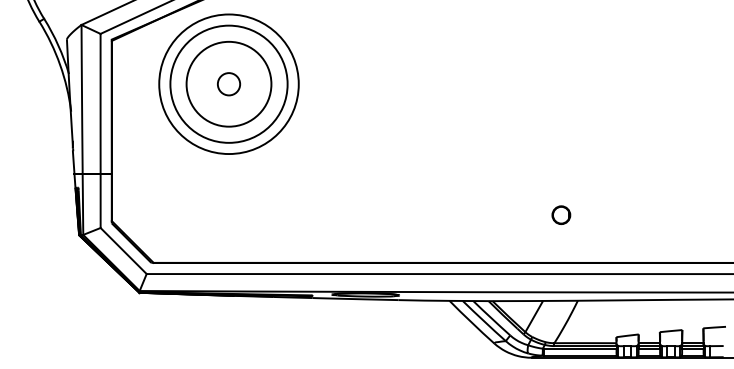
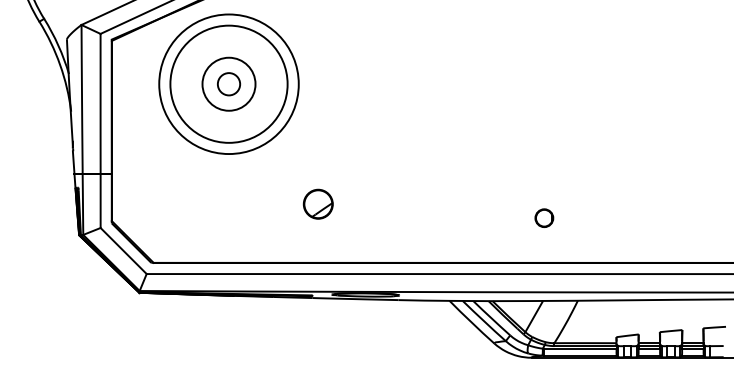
circle at (228, 83) diameter: 85 px -> 53 px
part at (317, 203): none -> present
part at (561, 214) position: (561, 214) -> (544, 217)
